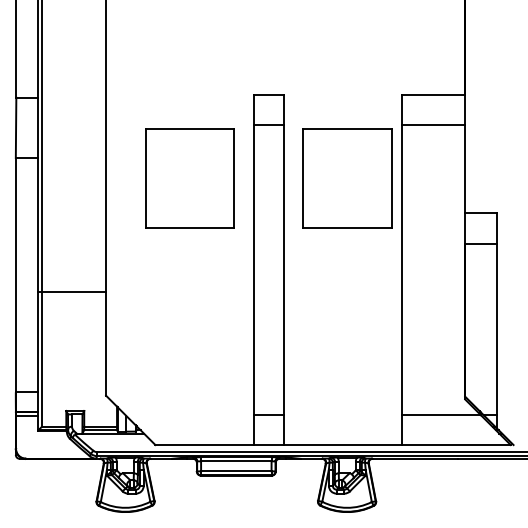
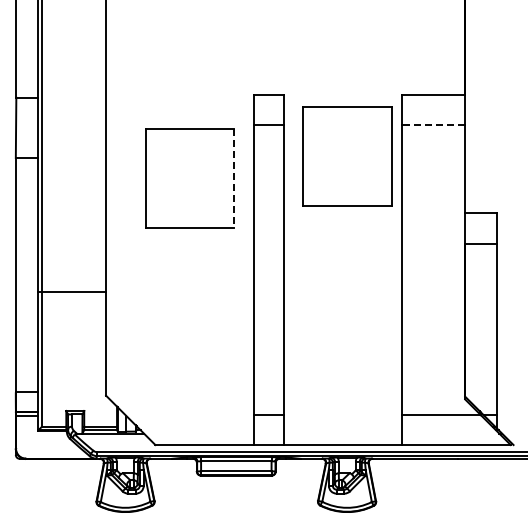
line at (433, 125): solid -> dashed
part at (347, 178) position: (347, 178) -> (347, 156)
line at (234, 179): solid -> dashed
